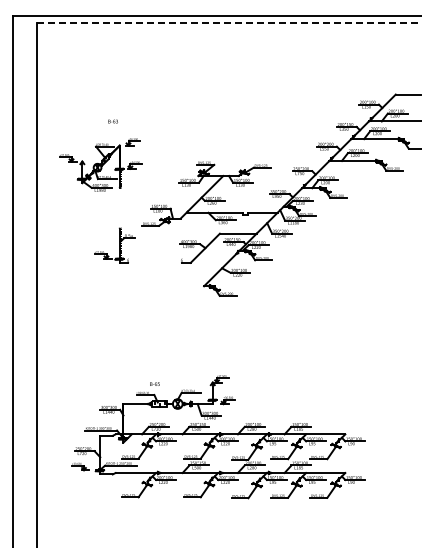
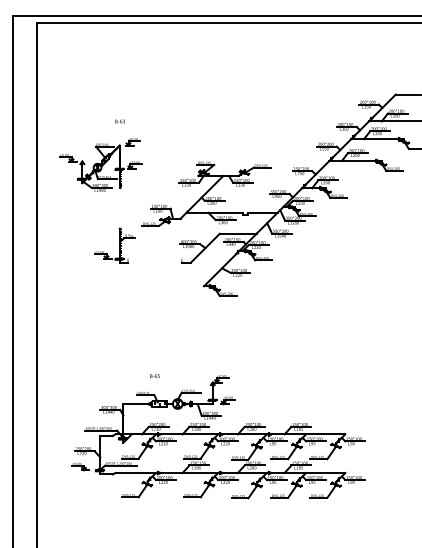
line at (229, 22): dashed -> solid
text at (112, 121) position: (112, 121) -> (119, 121)
text at (154, 383) position: (154, 383) -> (154, 375)
